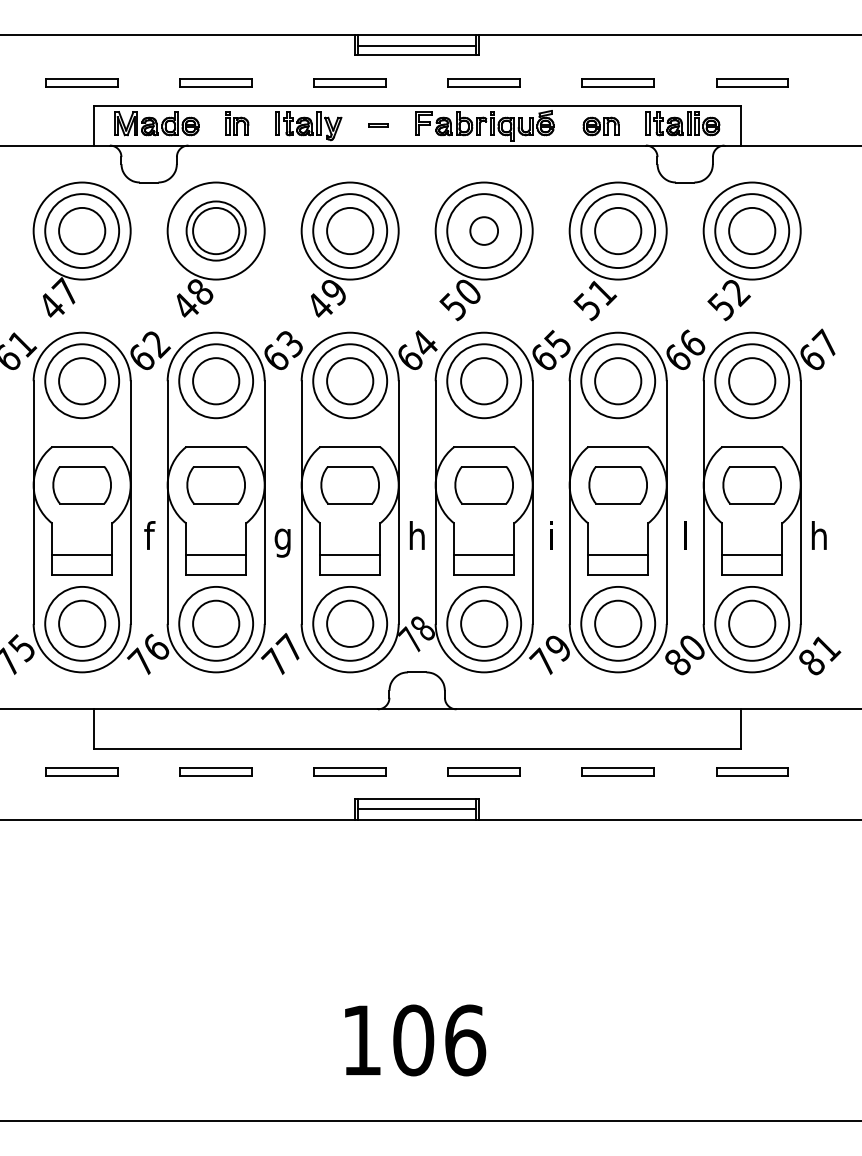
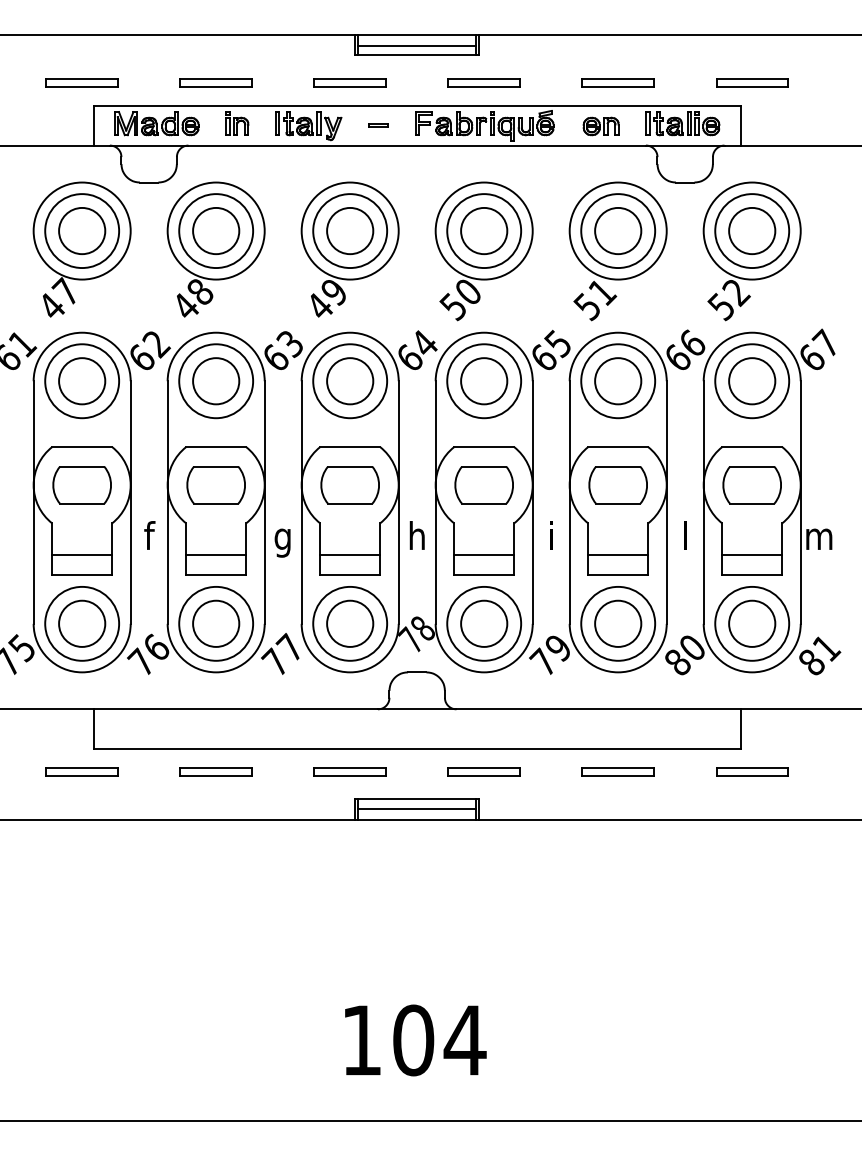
circle at (215, 230) diameter: 59 px -> 74 px
circle at (484, 230) diameter: 28 px -> 46 px
text at (819, 535): h -> m
text at (464, 1040): 106 -> 104
